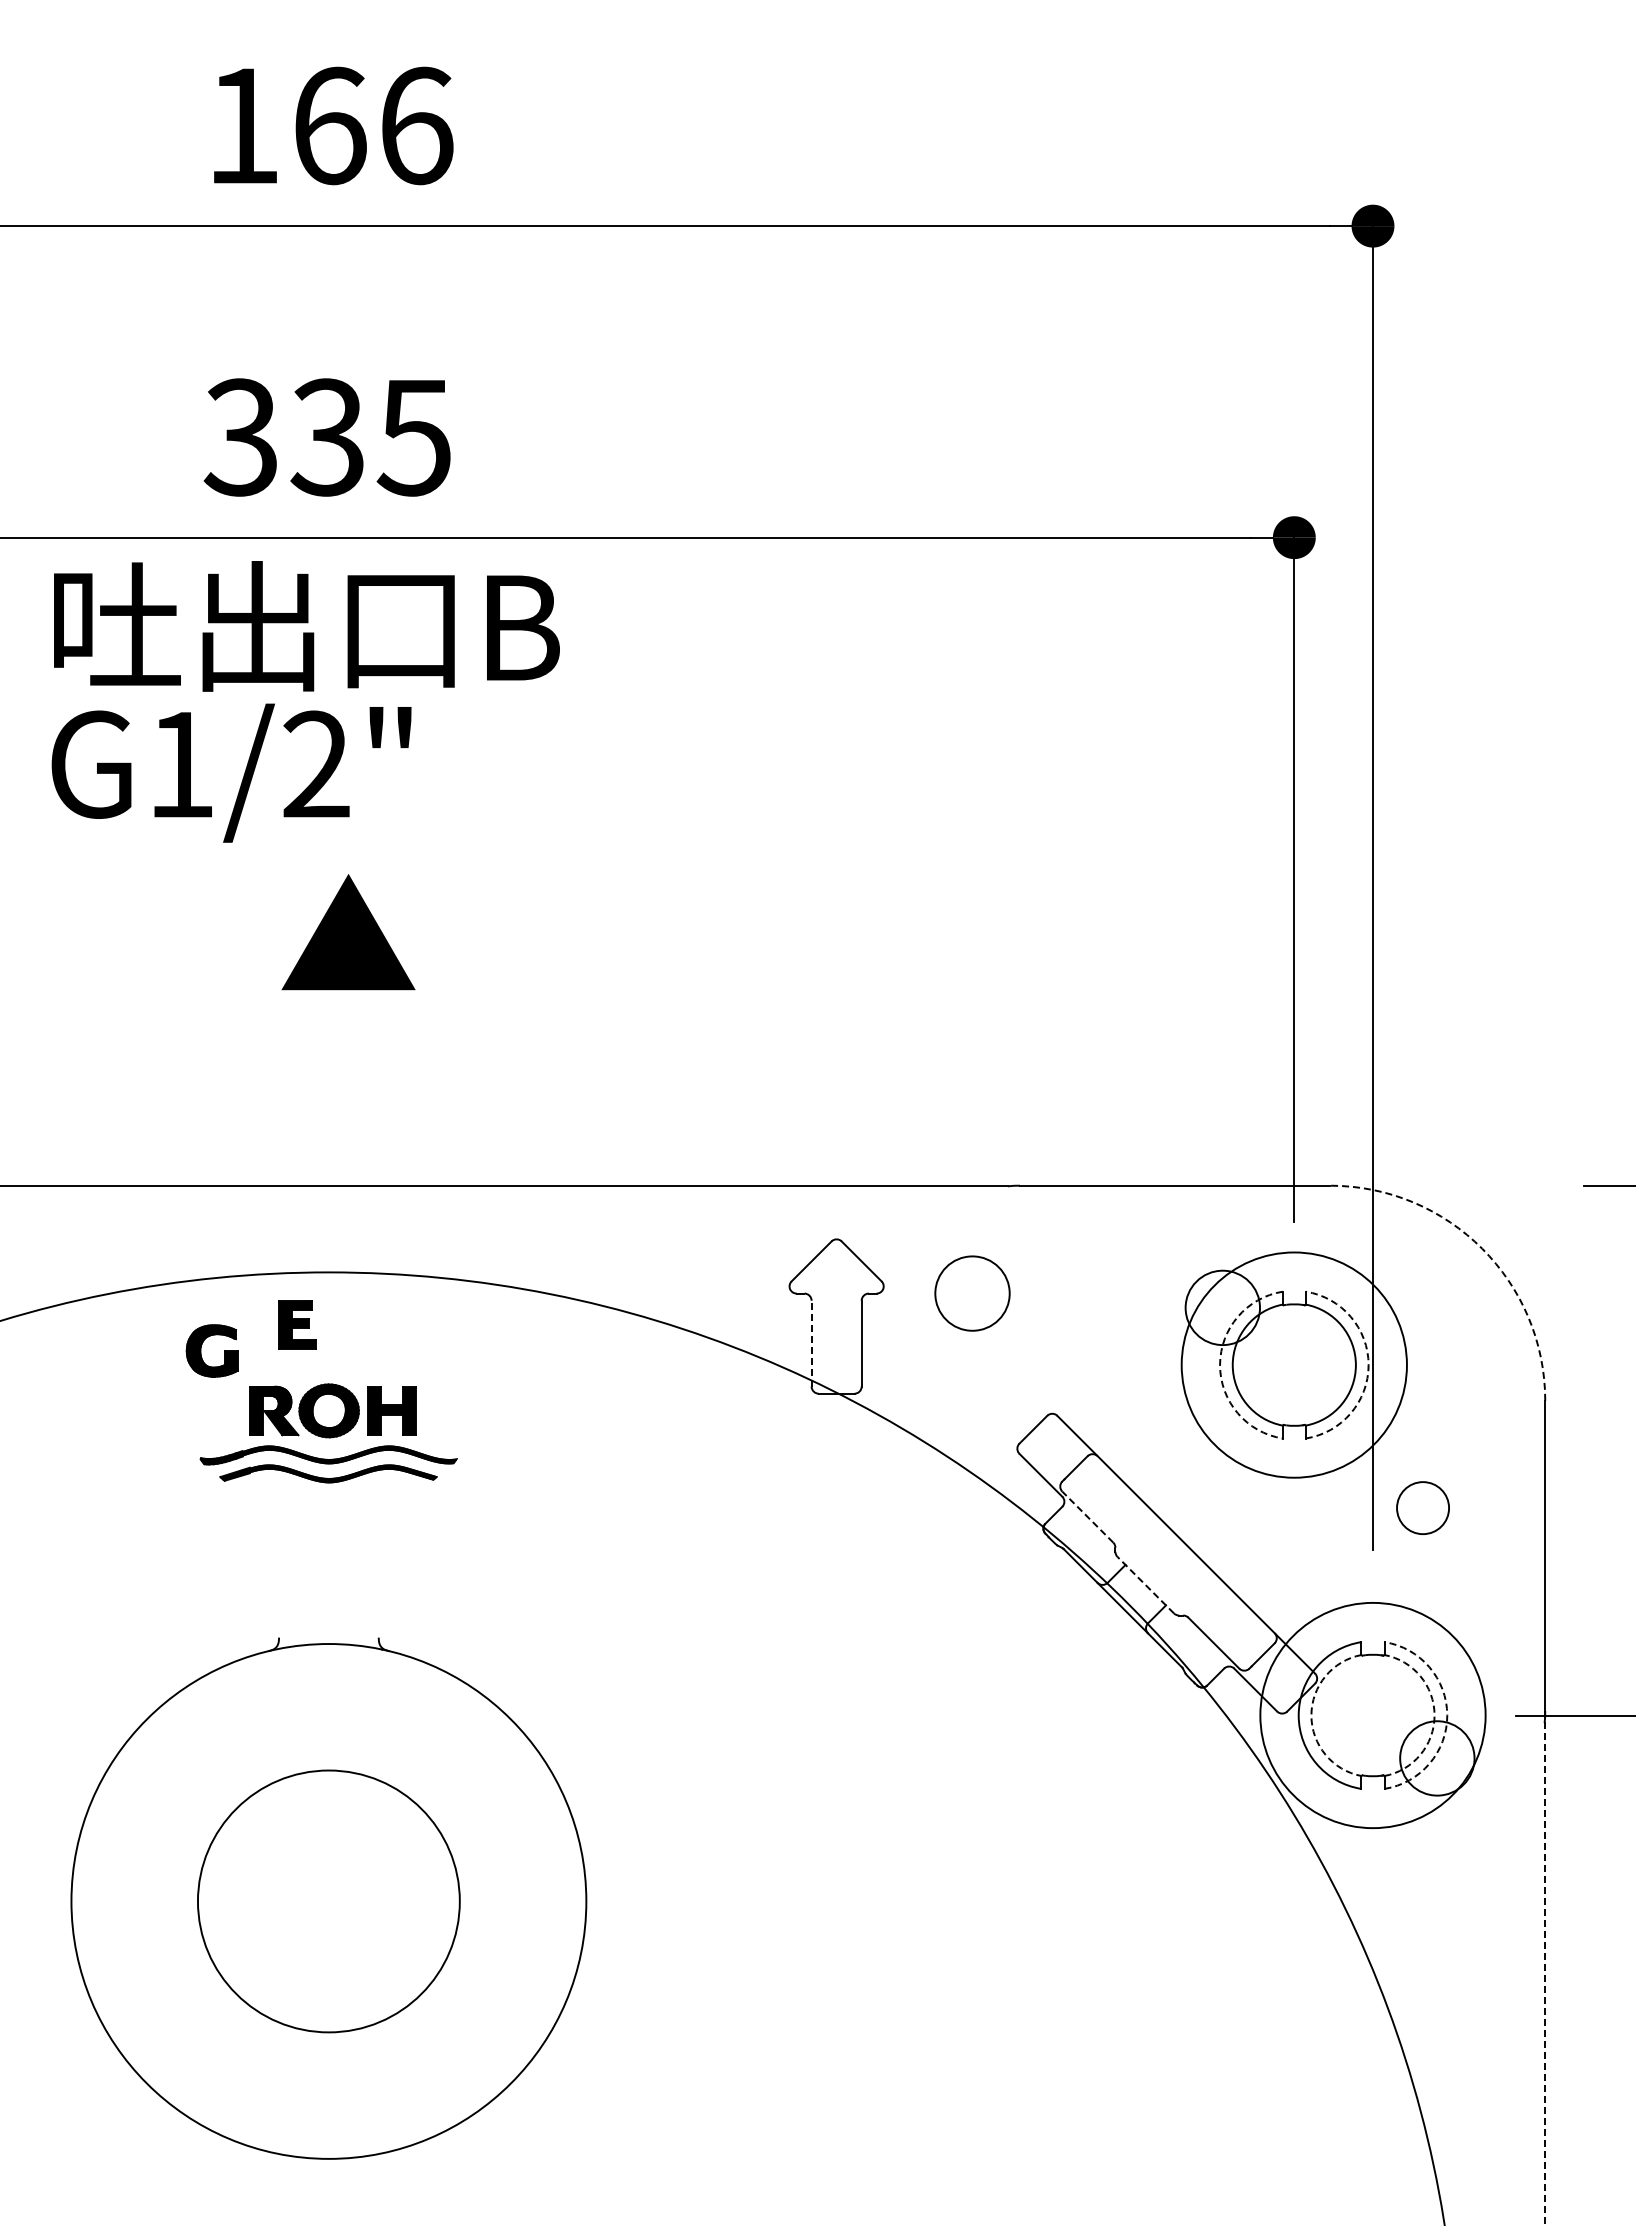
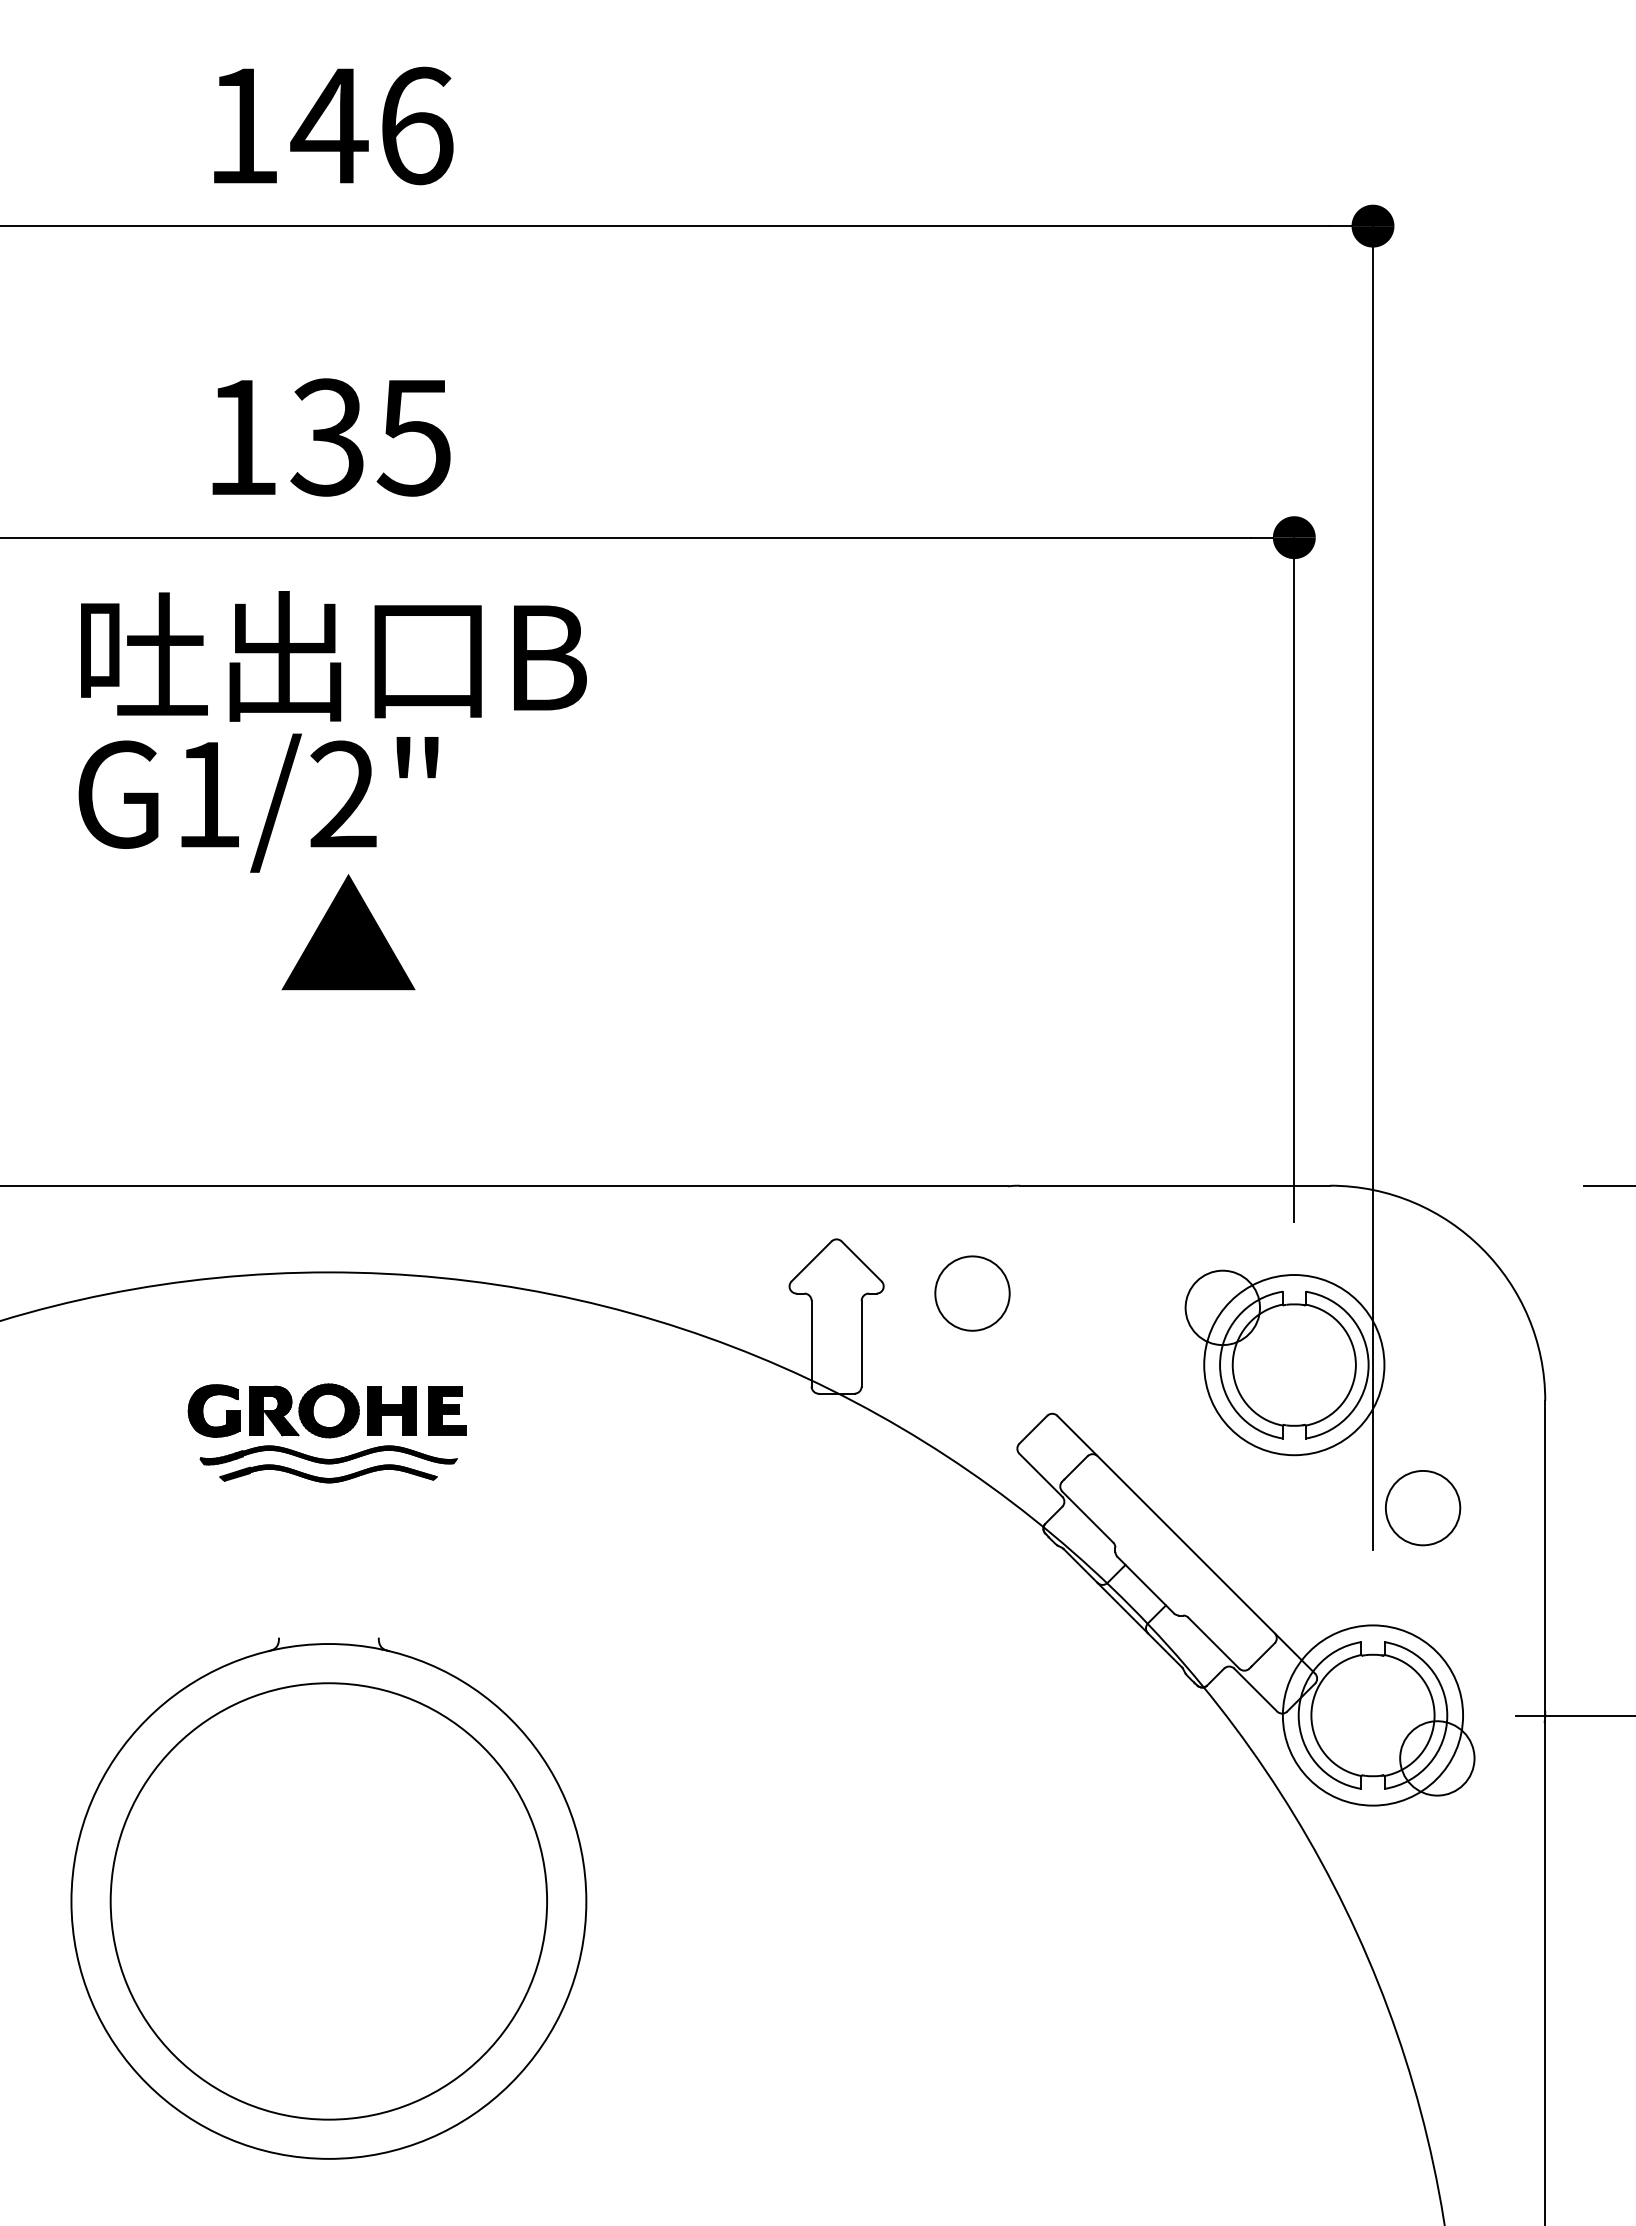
text at (329, 125): 166 -> 146
text at (239, 437): 335 -> 135
text at (305, 701) position: (305, 701) -> (332, 731)
arc at (1482, 1248): dashed -> solid
part at (297, 1324) position: (297, 1324) -> (447, 1410)
line at (811, 1343): dashed -> solid
part at (201, 1350) position: (201, 1350) -> (203, 1410)
circle at (1293, 1364) diameter: 225 px -> 180 px
arc at (1220, 1365): dashed -> solid
arc at (1368, 1365): dashed -> solid
circle at (1423, 1508) diameter: 52 px -> 74 px
line at (1087, 1516): dashed -> solid
line at (1145, 1585): dashed -> solid
arc at (1311, 1715): dashed -> solid
circle at (1372, 1715) diameter: 225 px -> 180 px
arc at (1434, 1715): dashed -> solid
arc at (1447, 1715): dashed -> solid
circle at (328, 1901) diameter: 262 px -> 436 px
line at (1544, 1968): dashed -> solid
